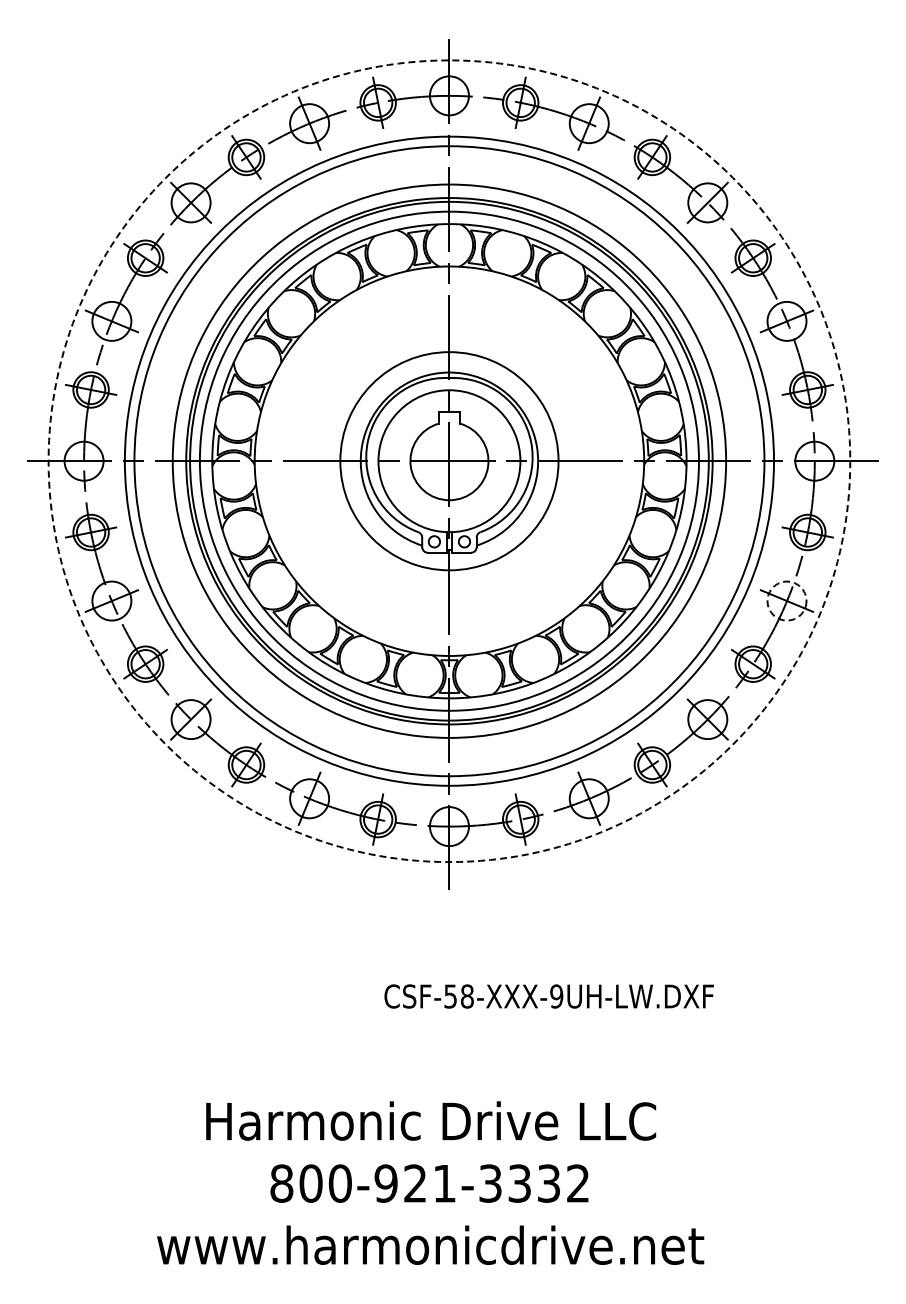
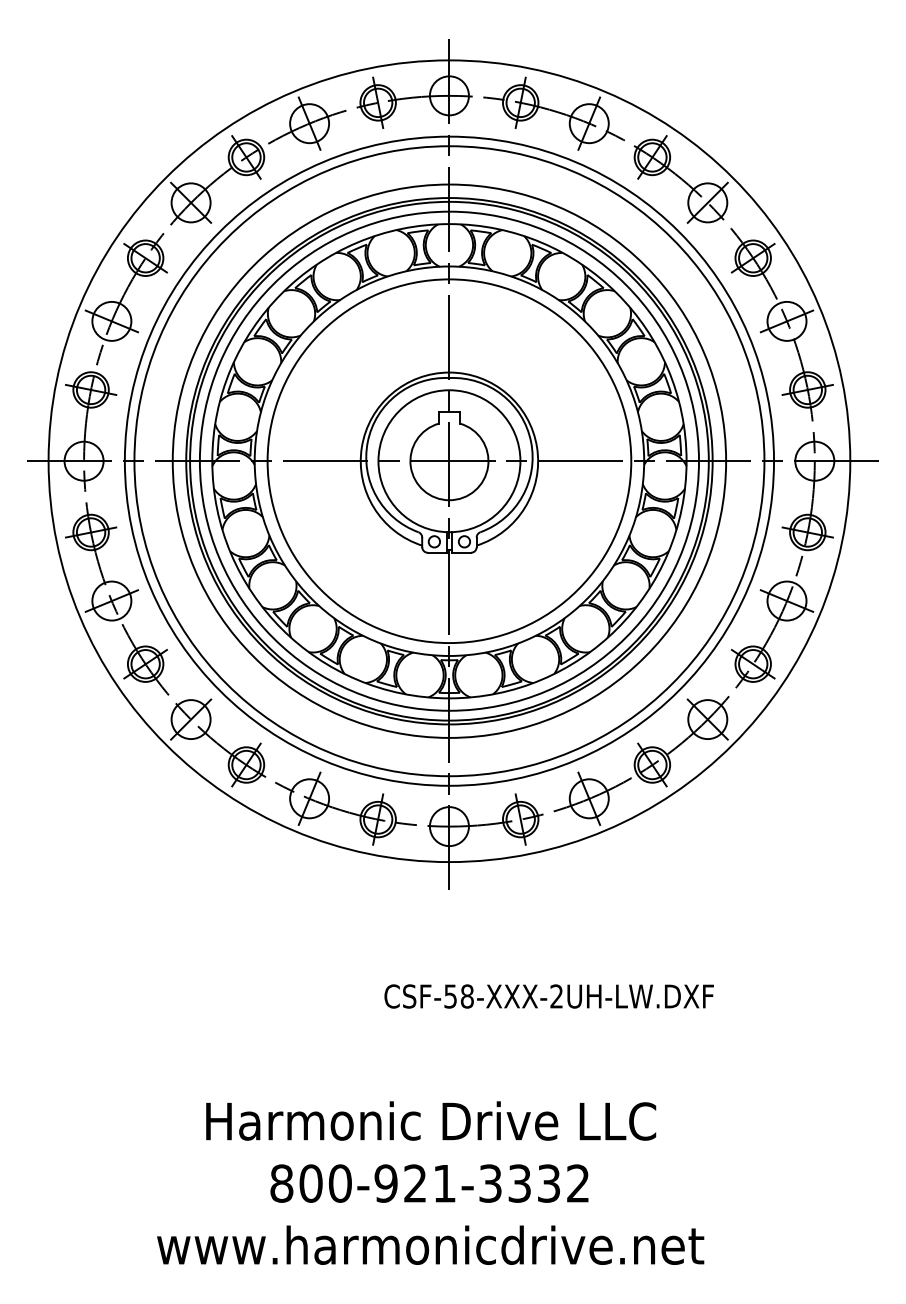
circle at (449, 461) diameter: 218 px -> 364 px
circle at (449, 461): dashed -> solid
circle at (786, 600): dashed -> solid
text at (556, 996): CSF-58-XXX-9UH-LW.DXF -> CSF-58-XXX-2UH-LW.DXF
